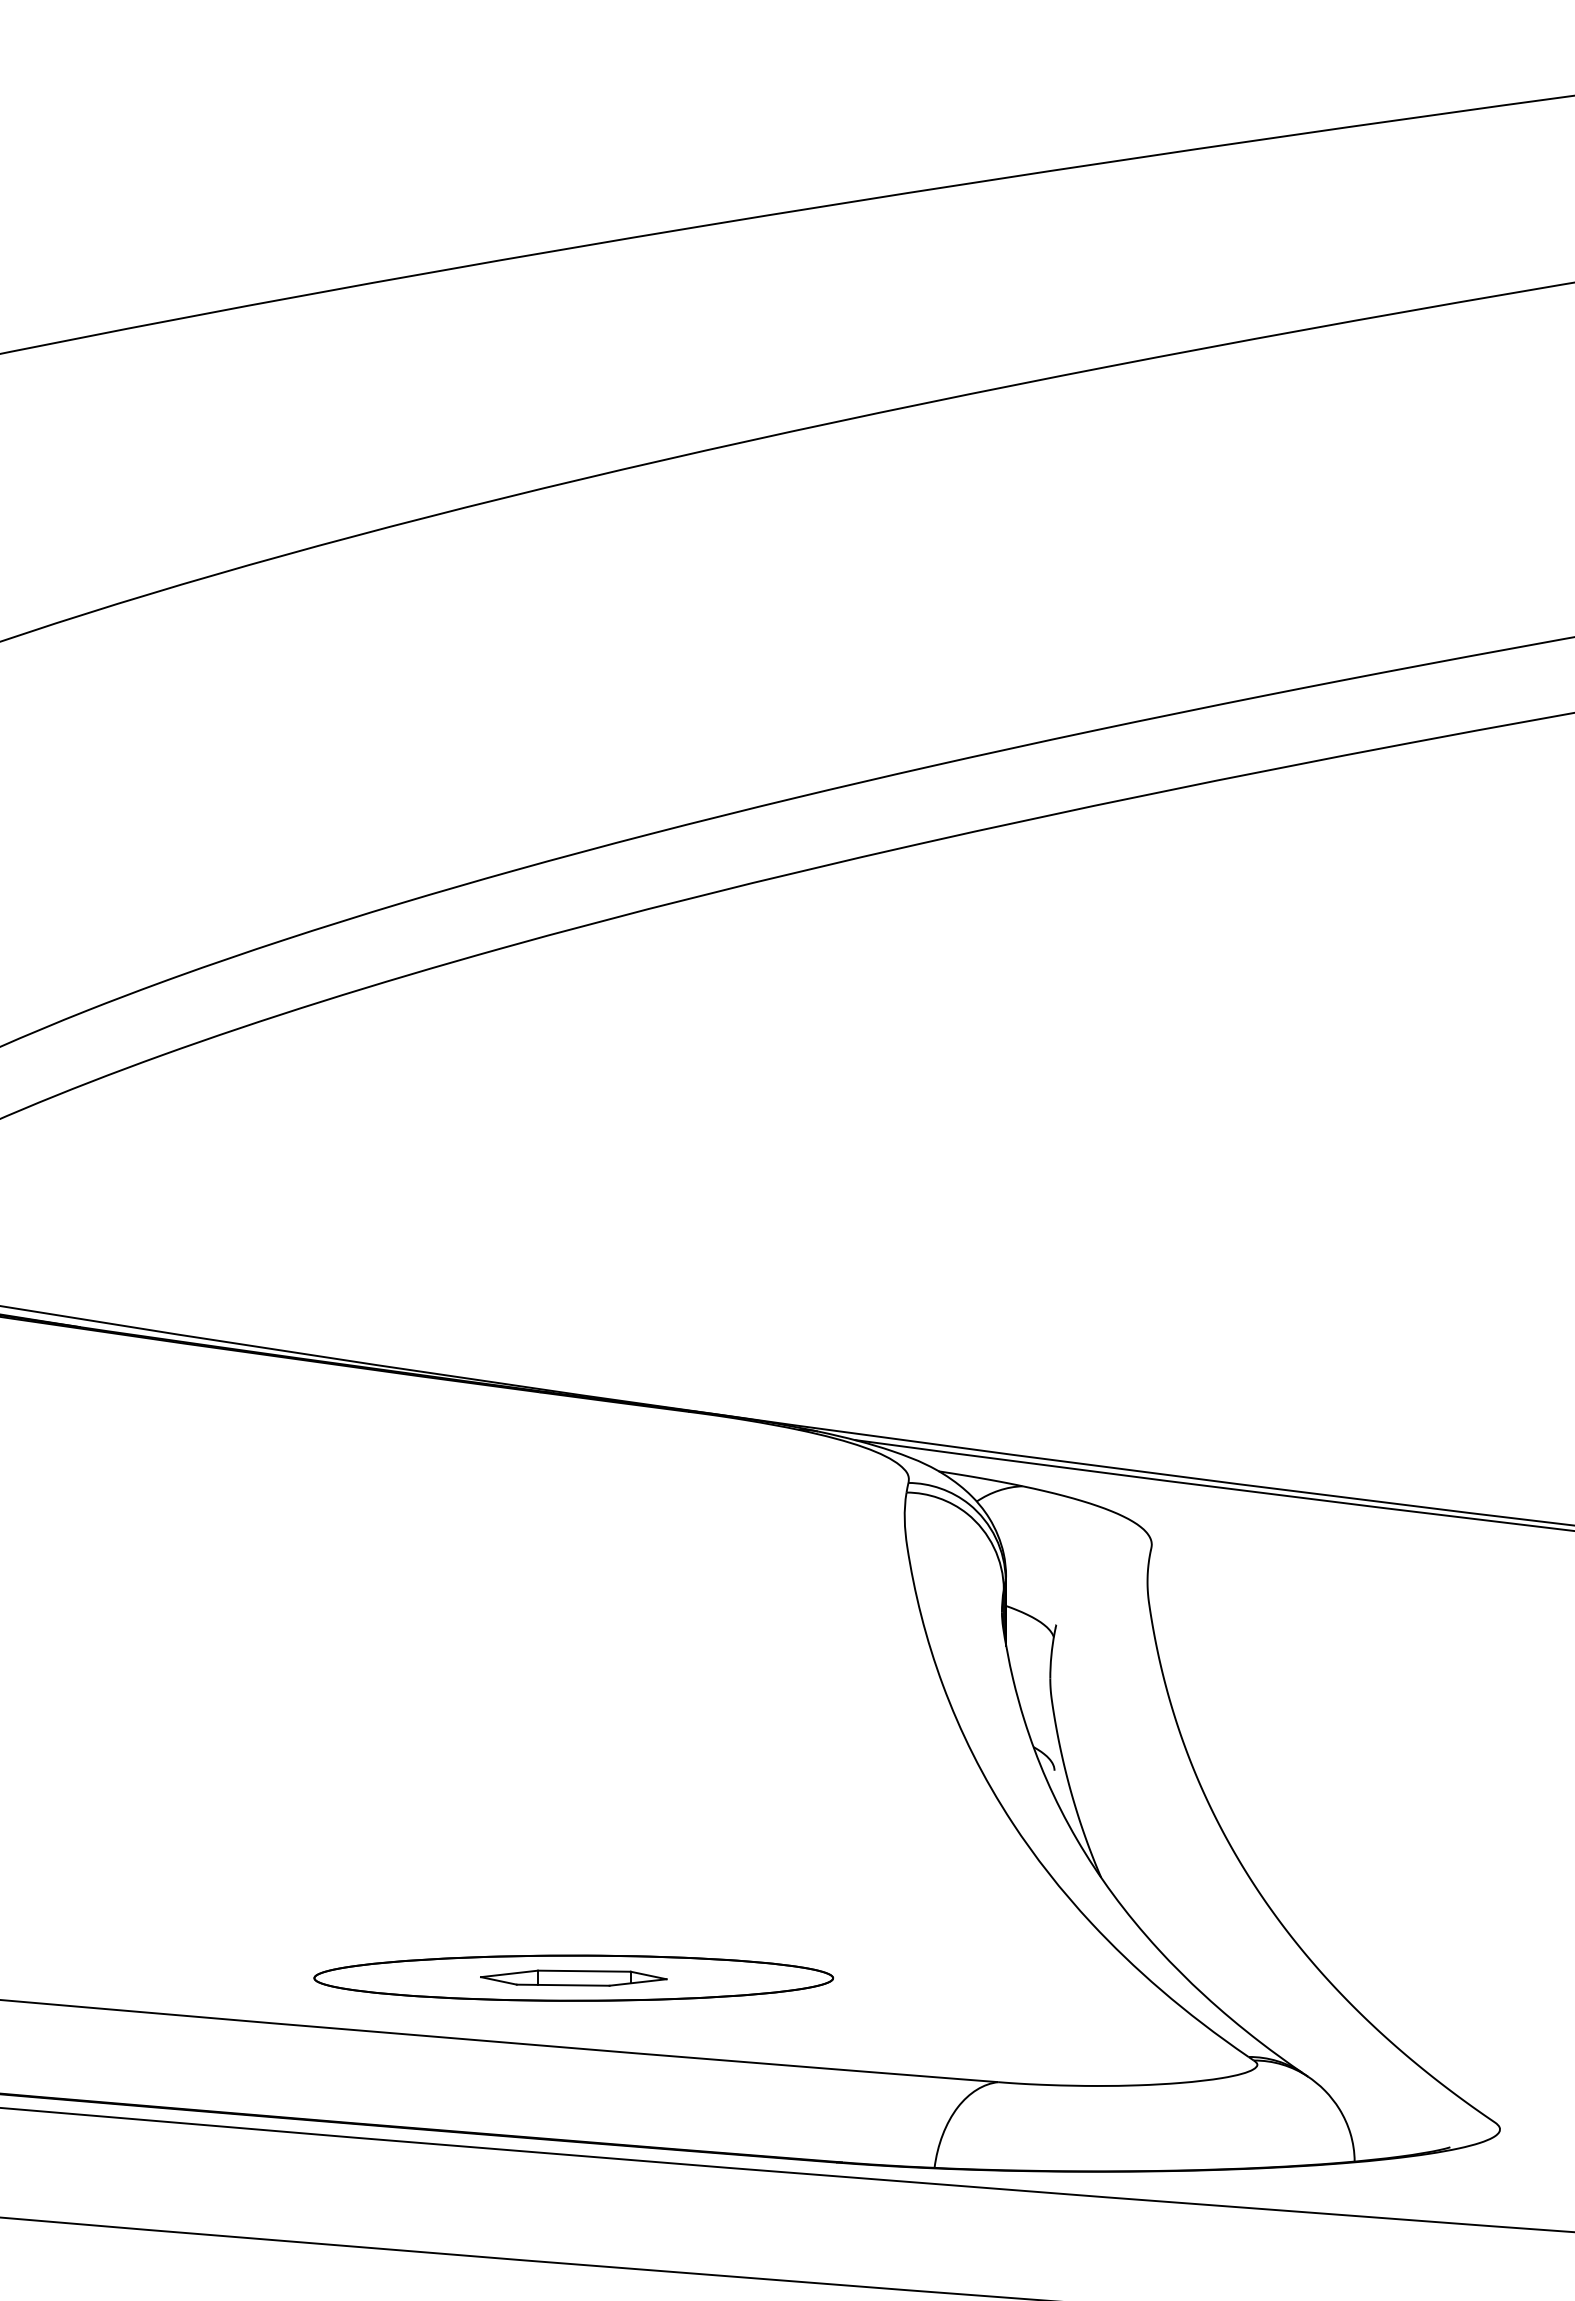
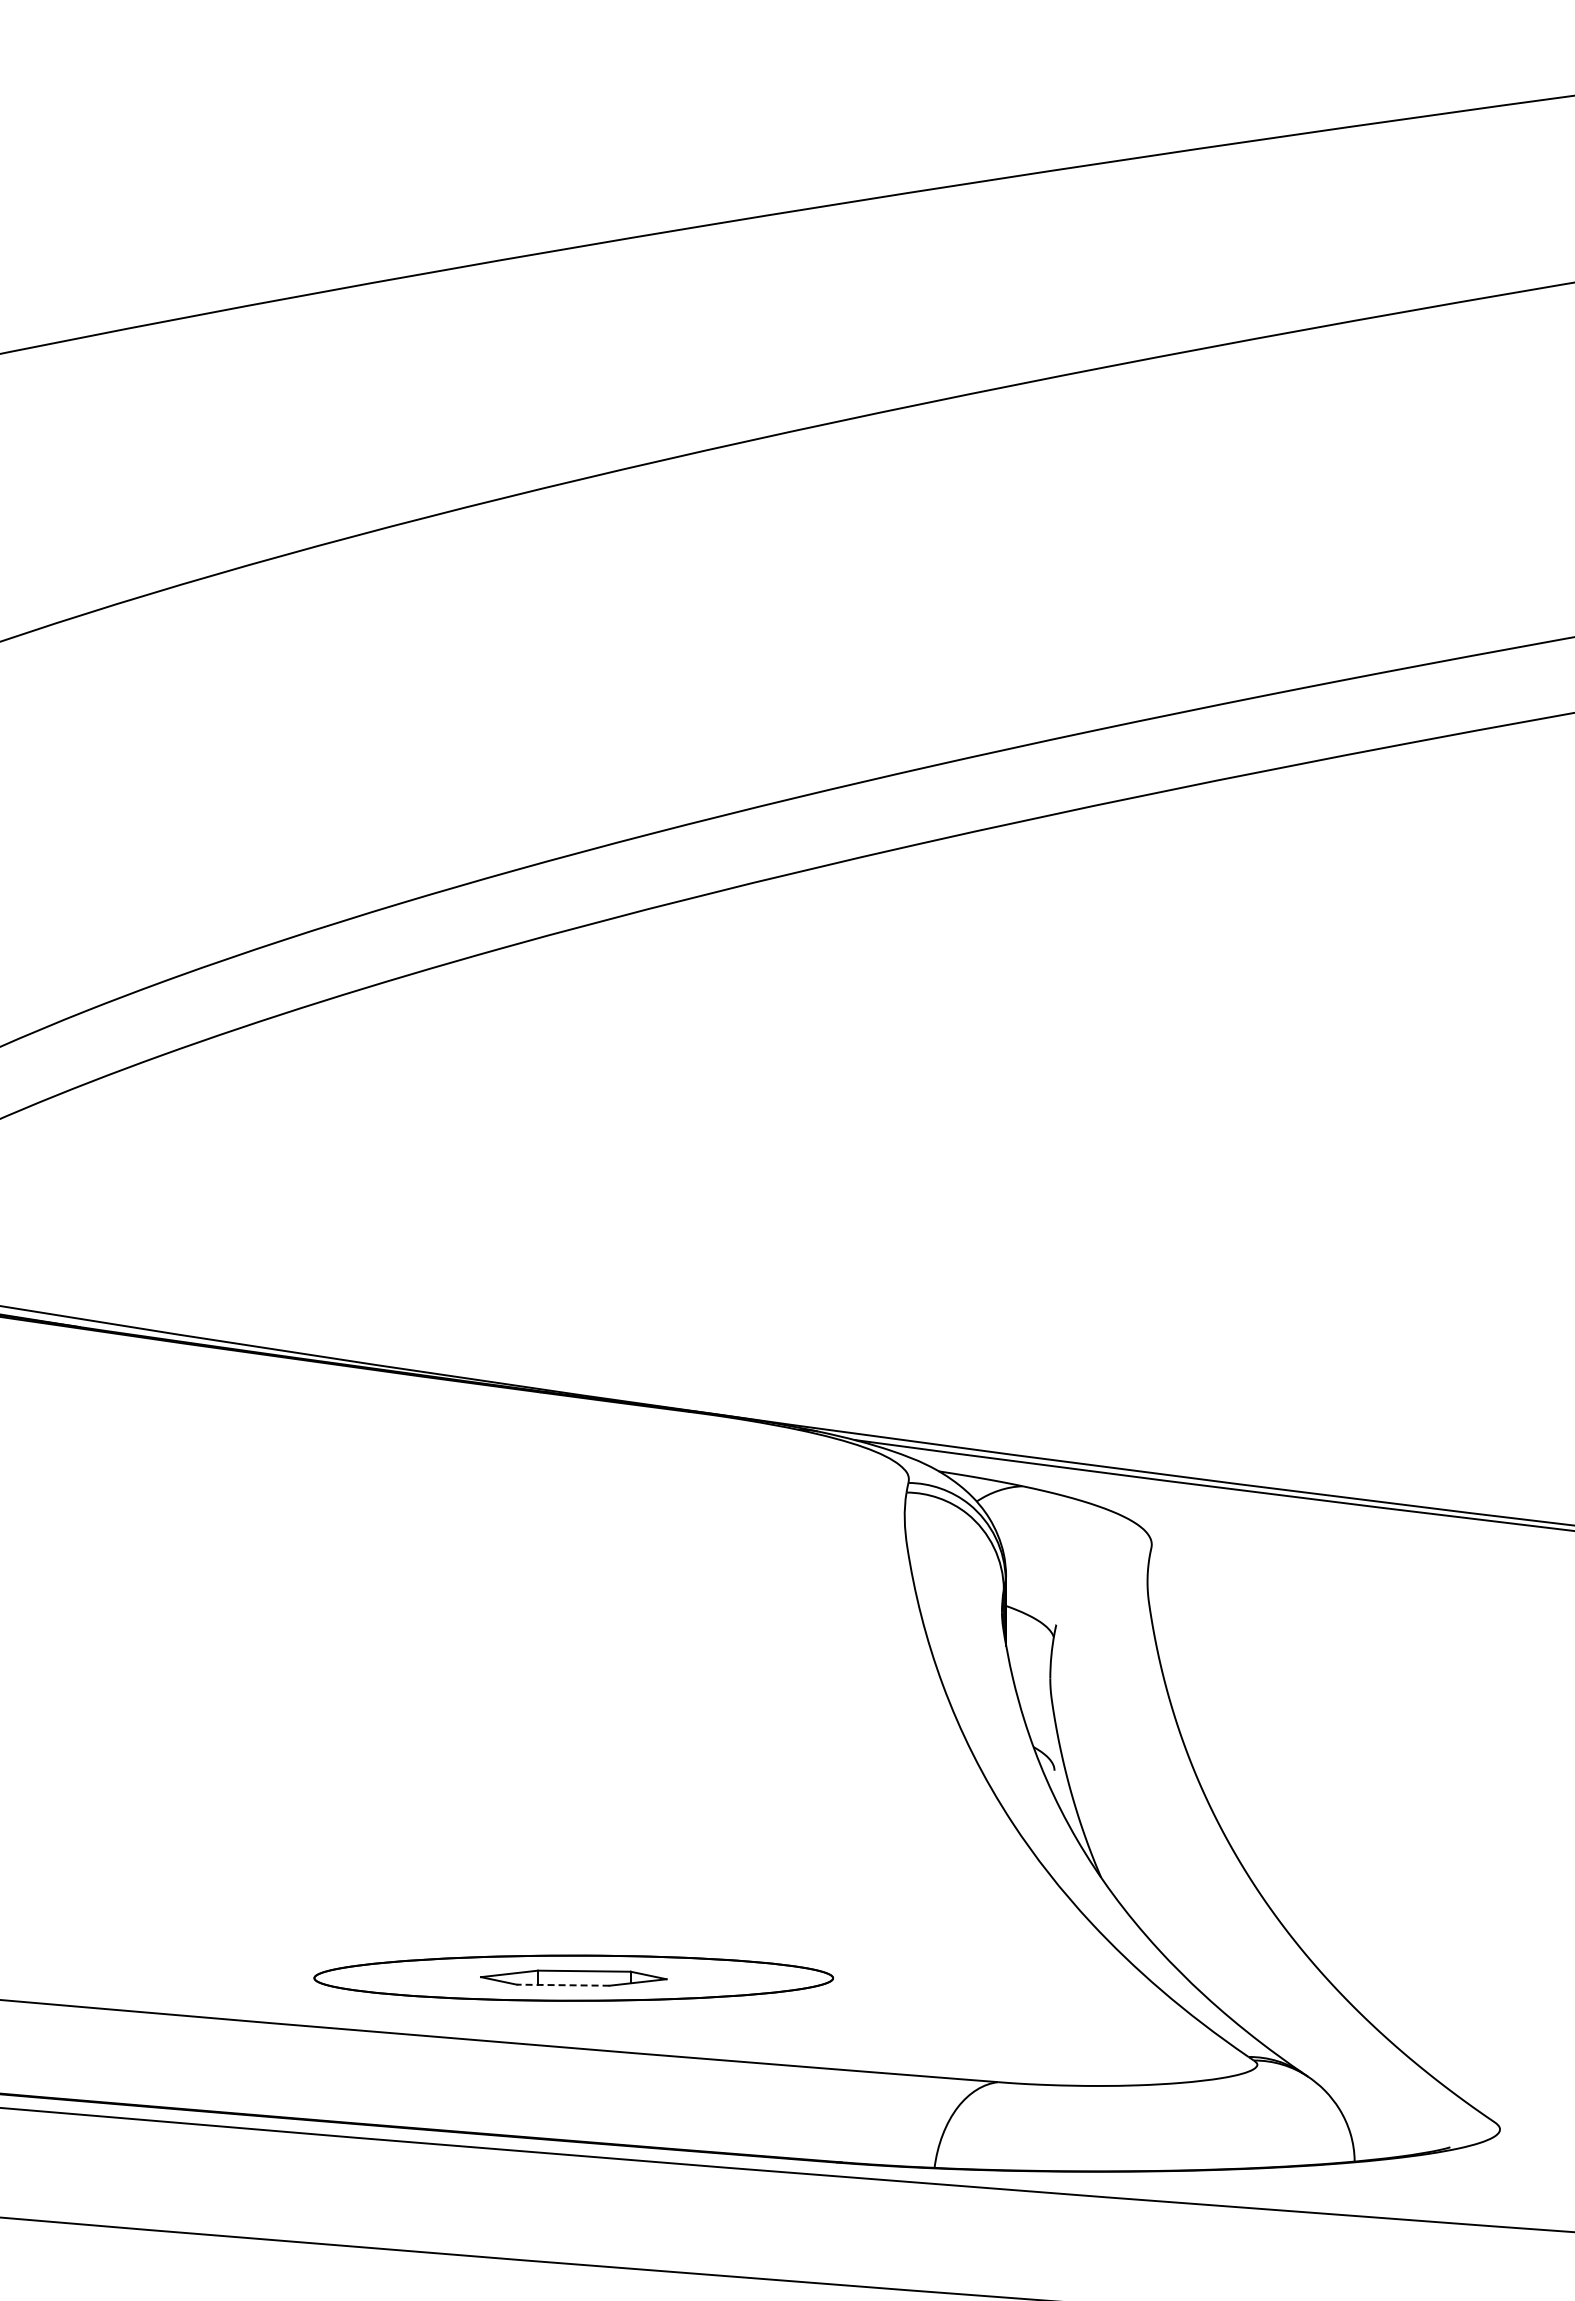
line at (562, 1985): solid -> dashed
